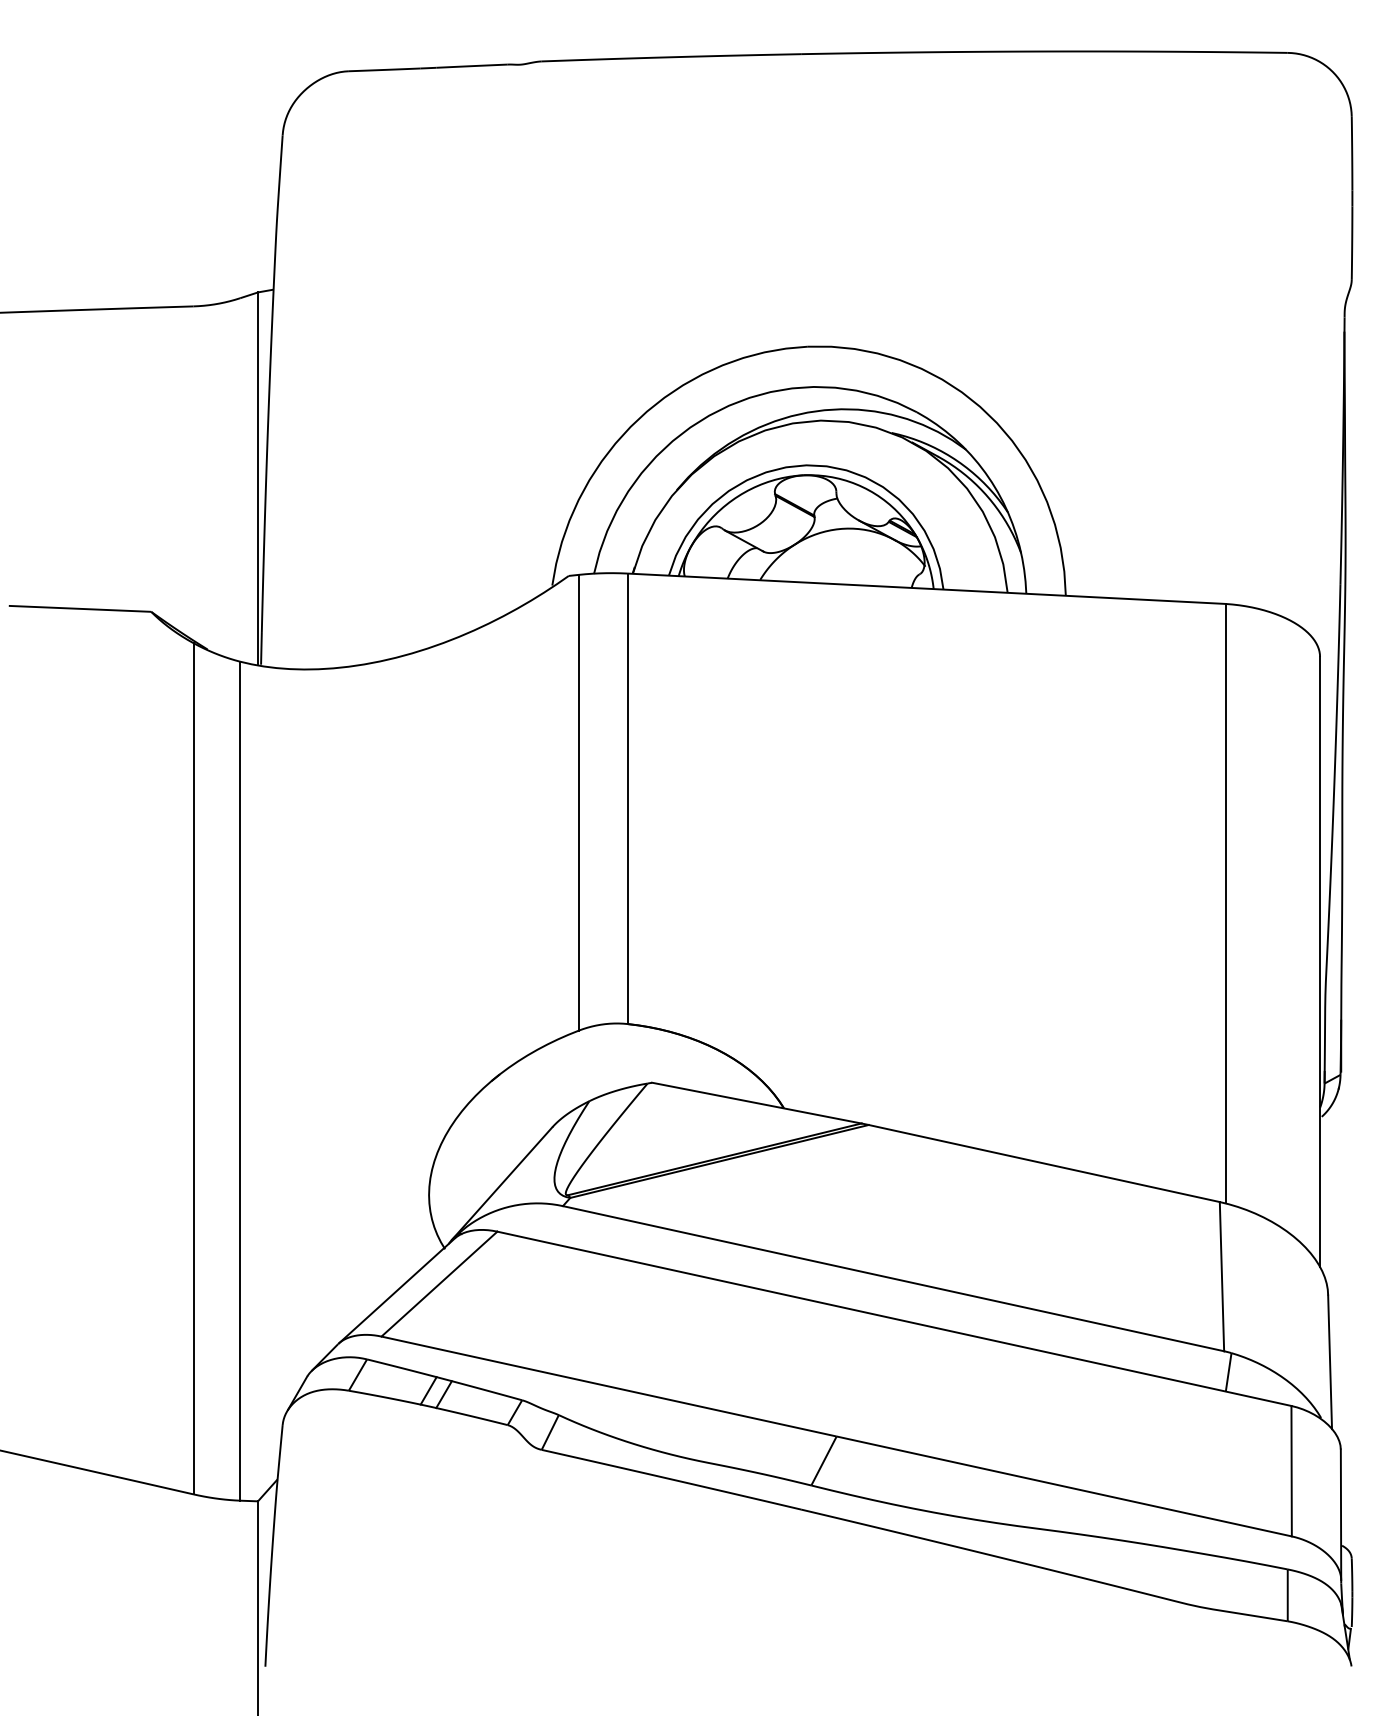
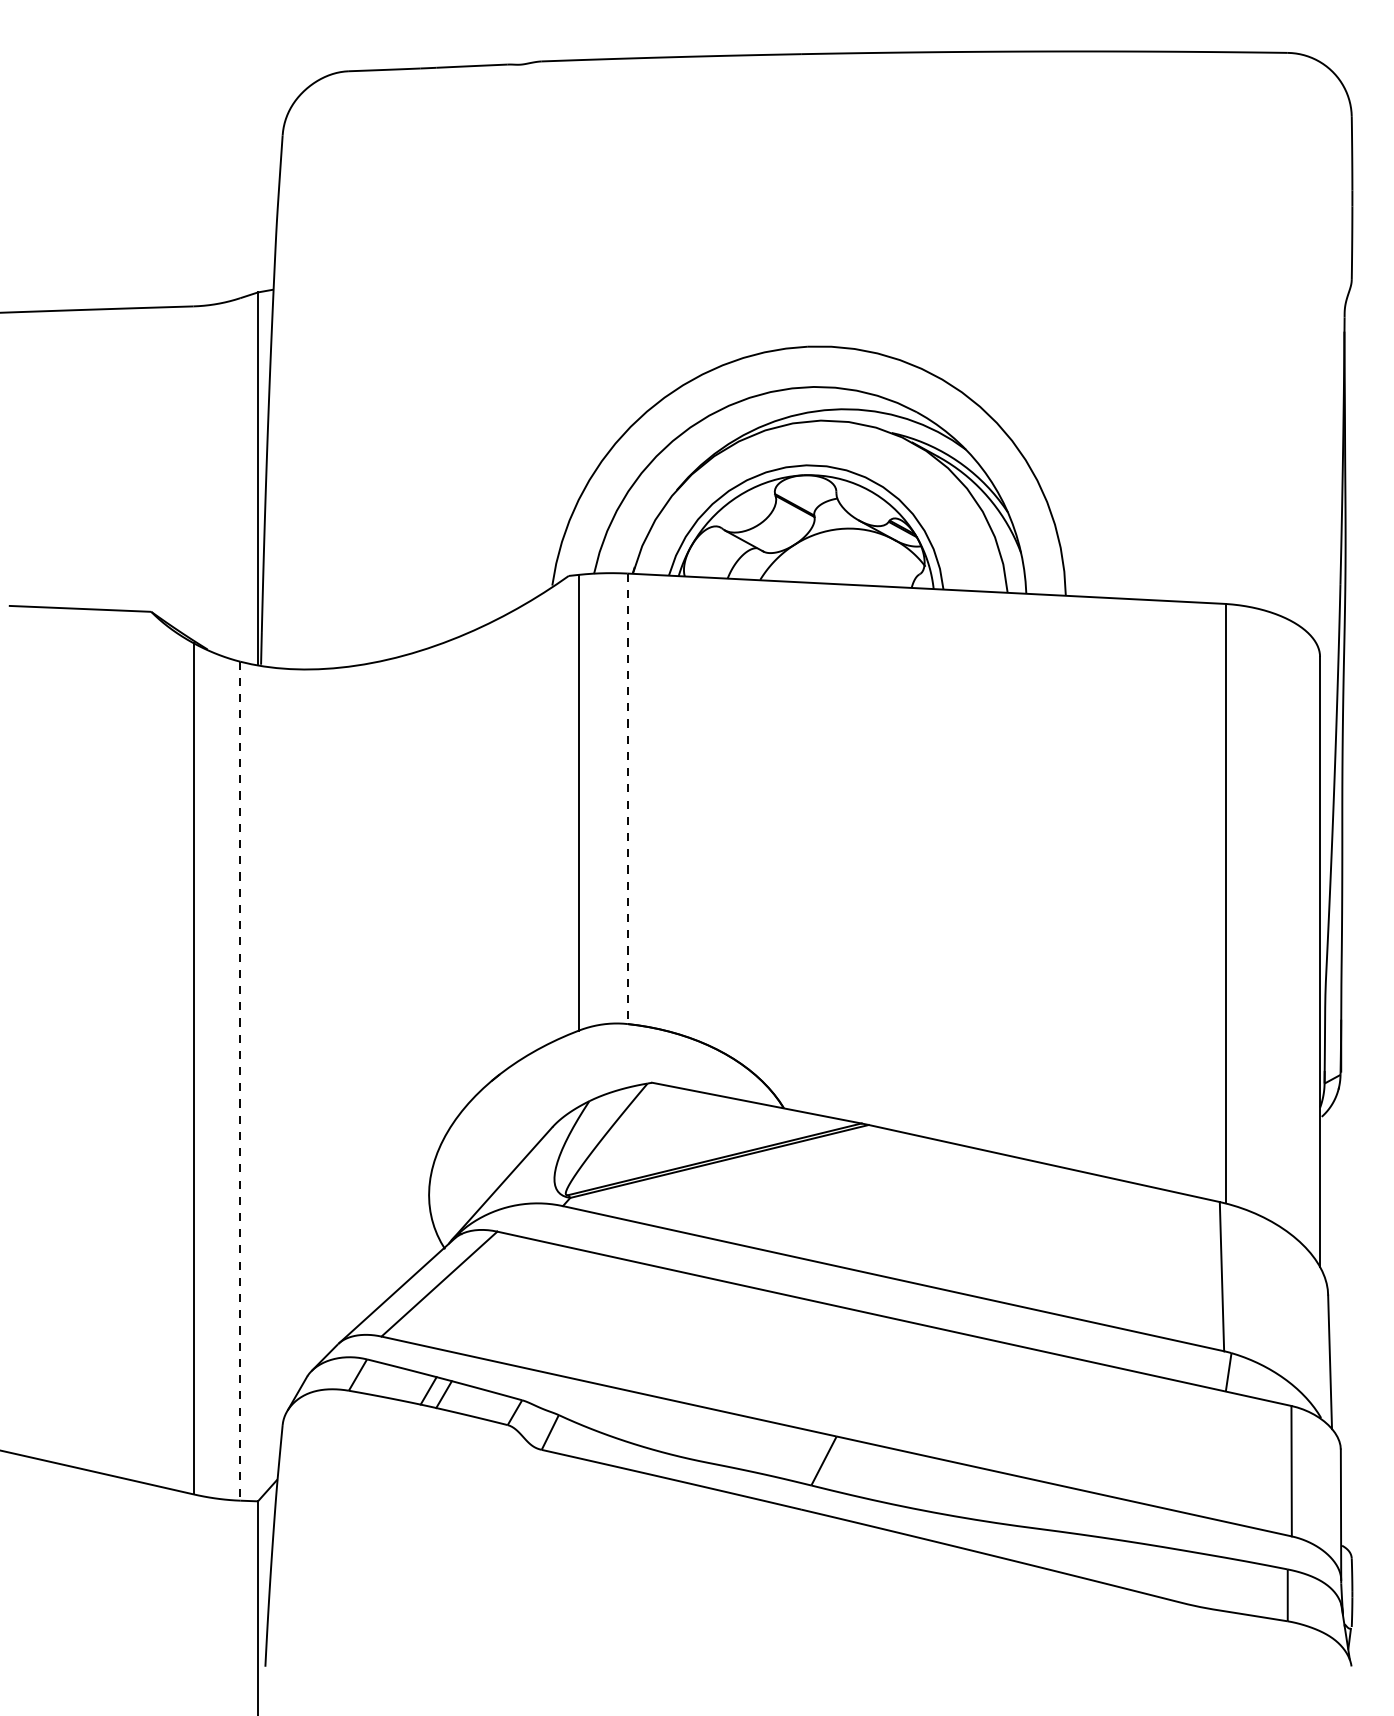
line at (627, 799): solid -> dashed
line at (240, 1081): solid -> dashed
